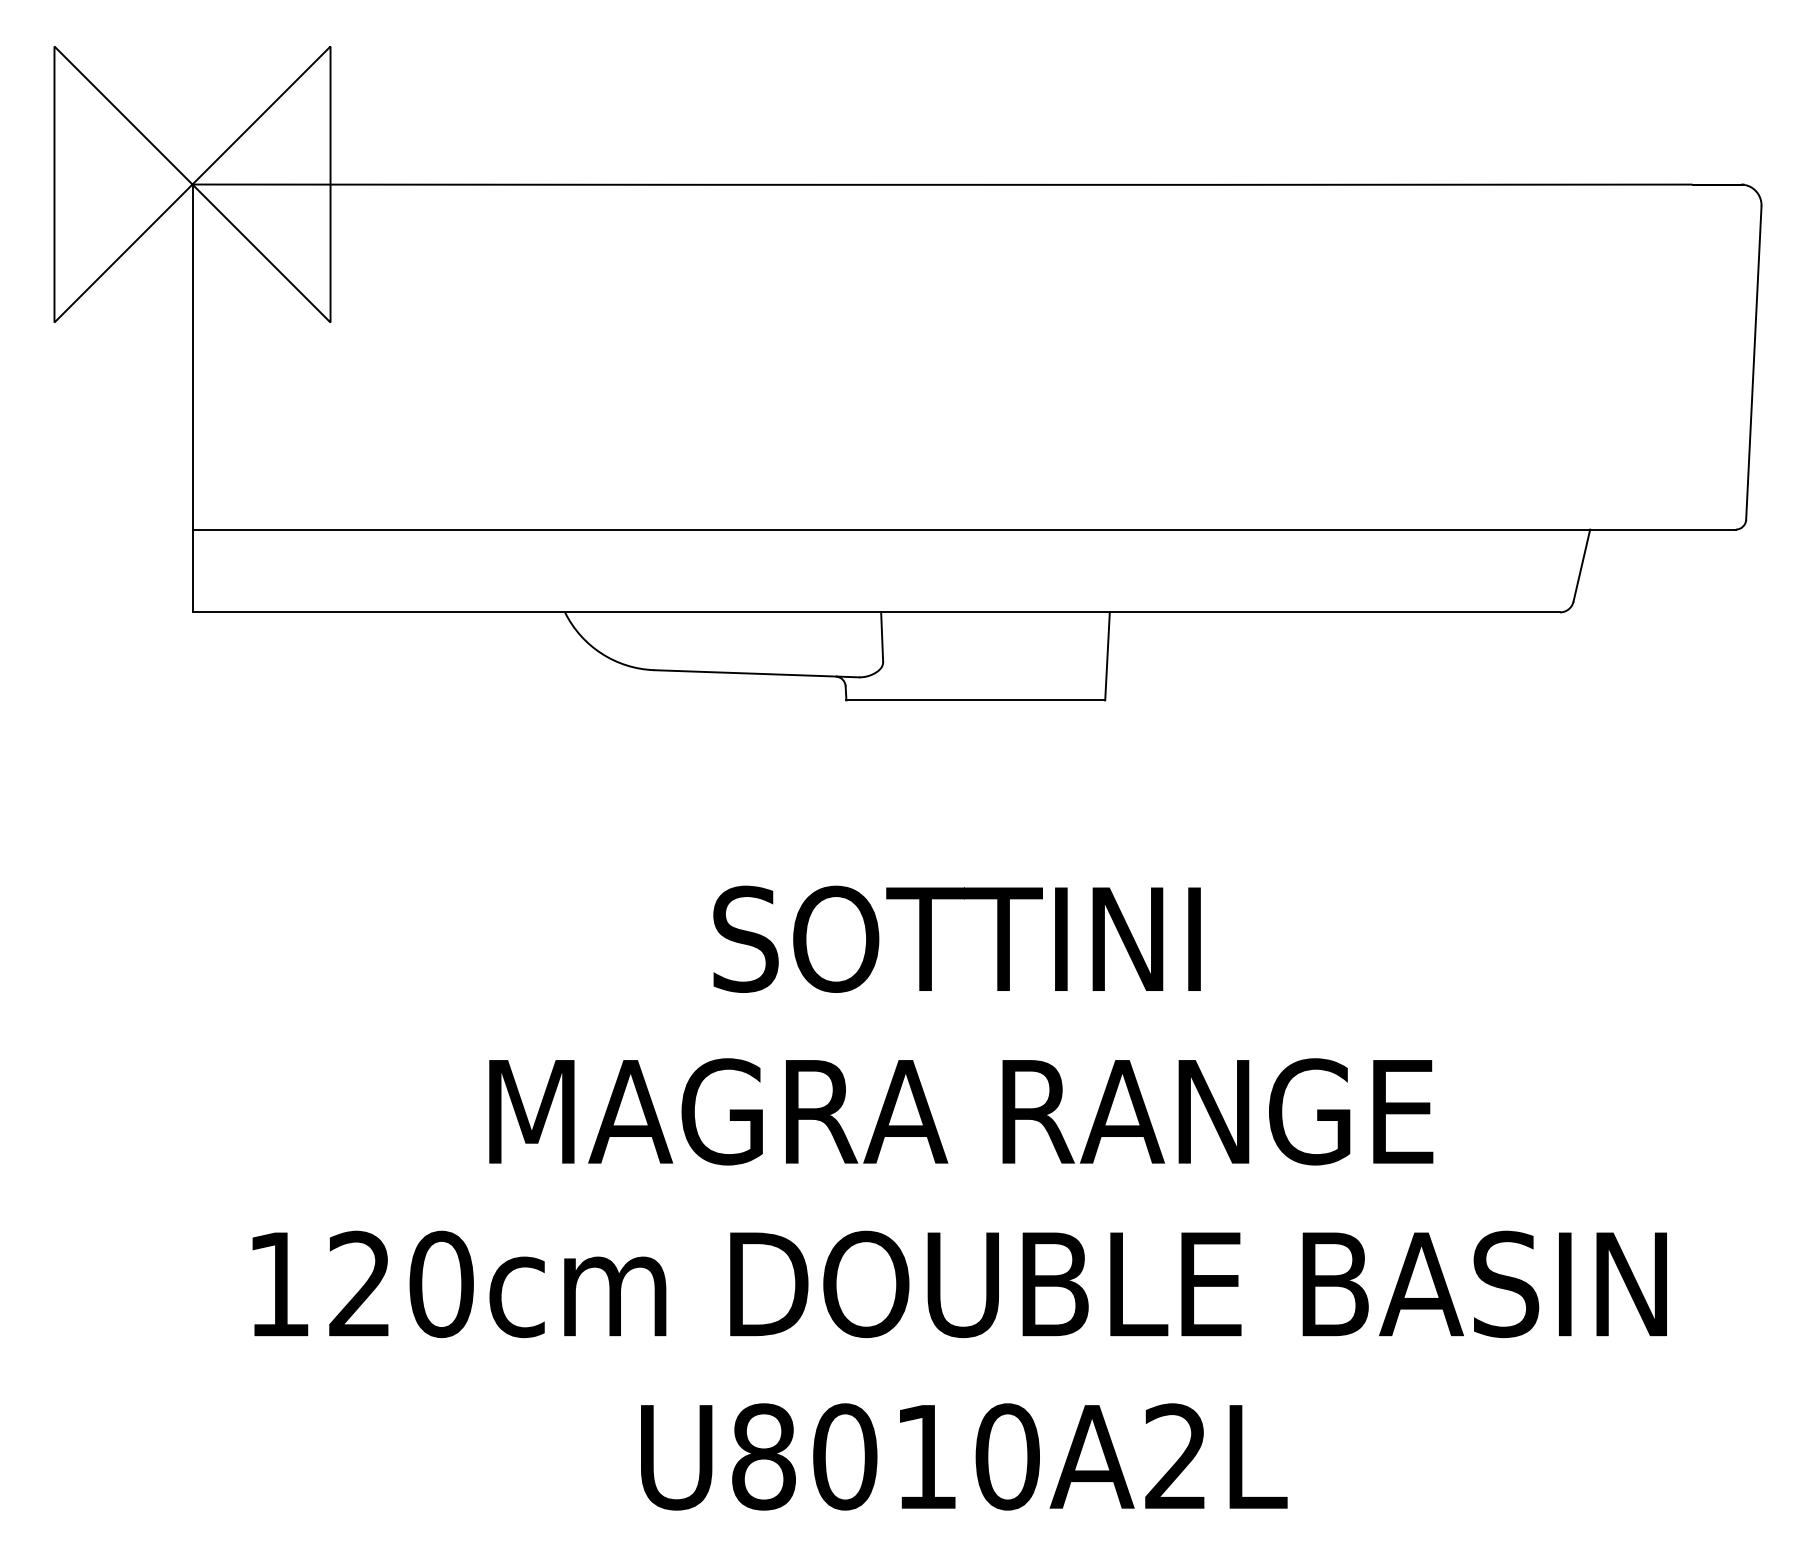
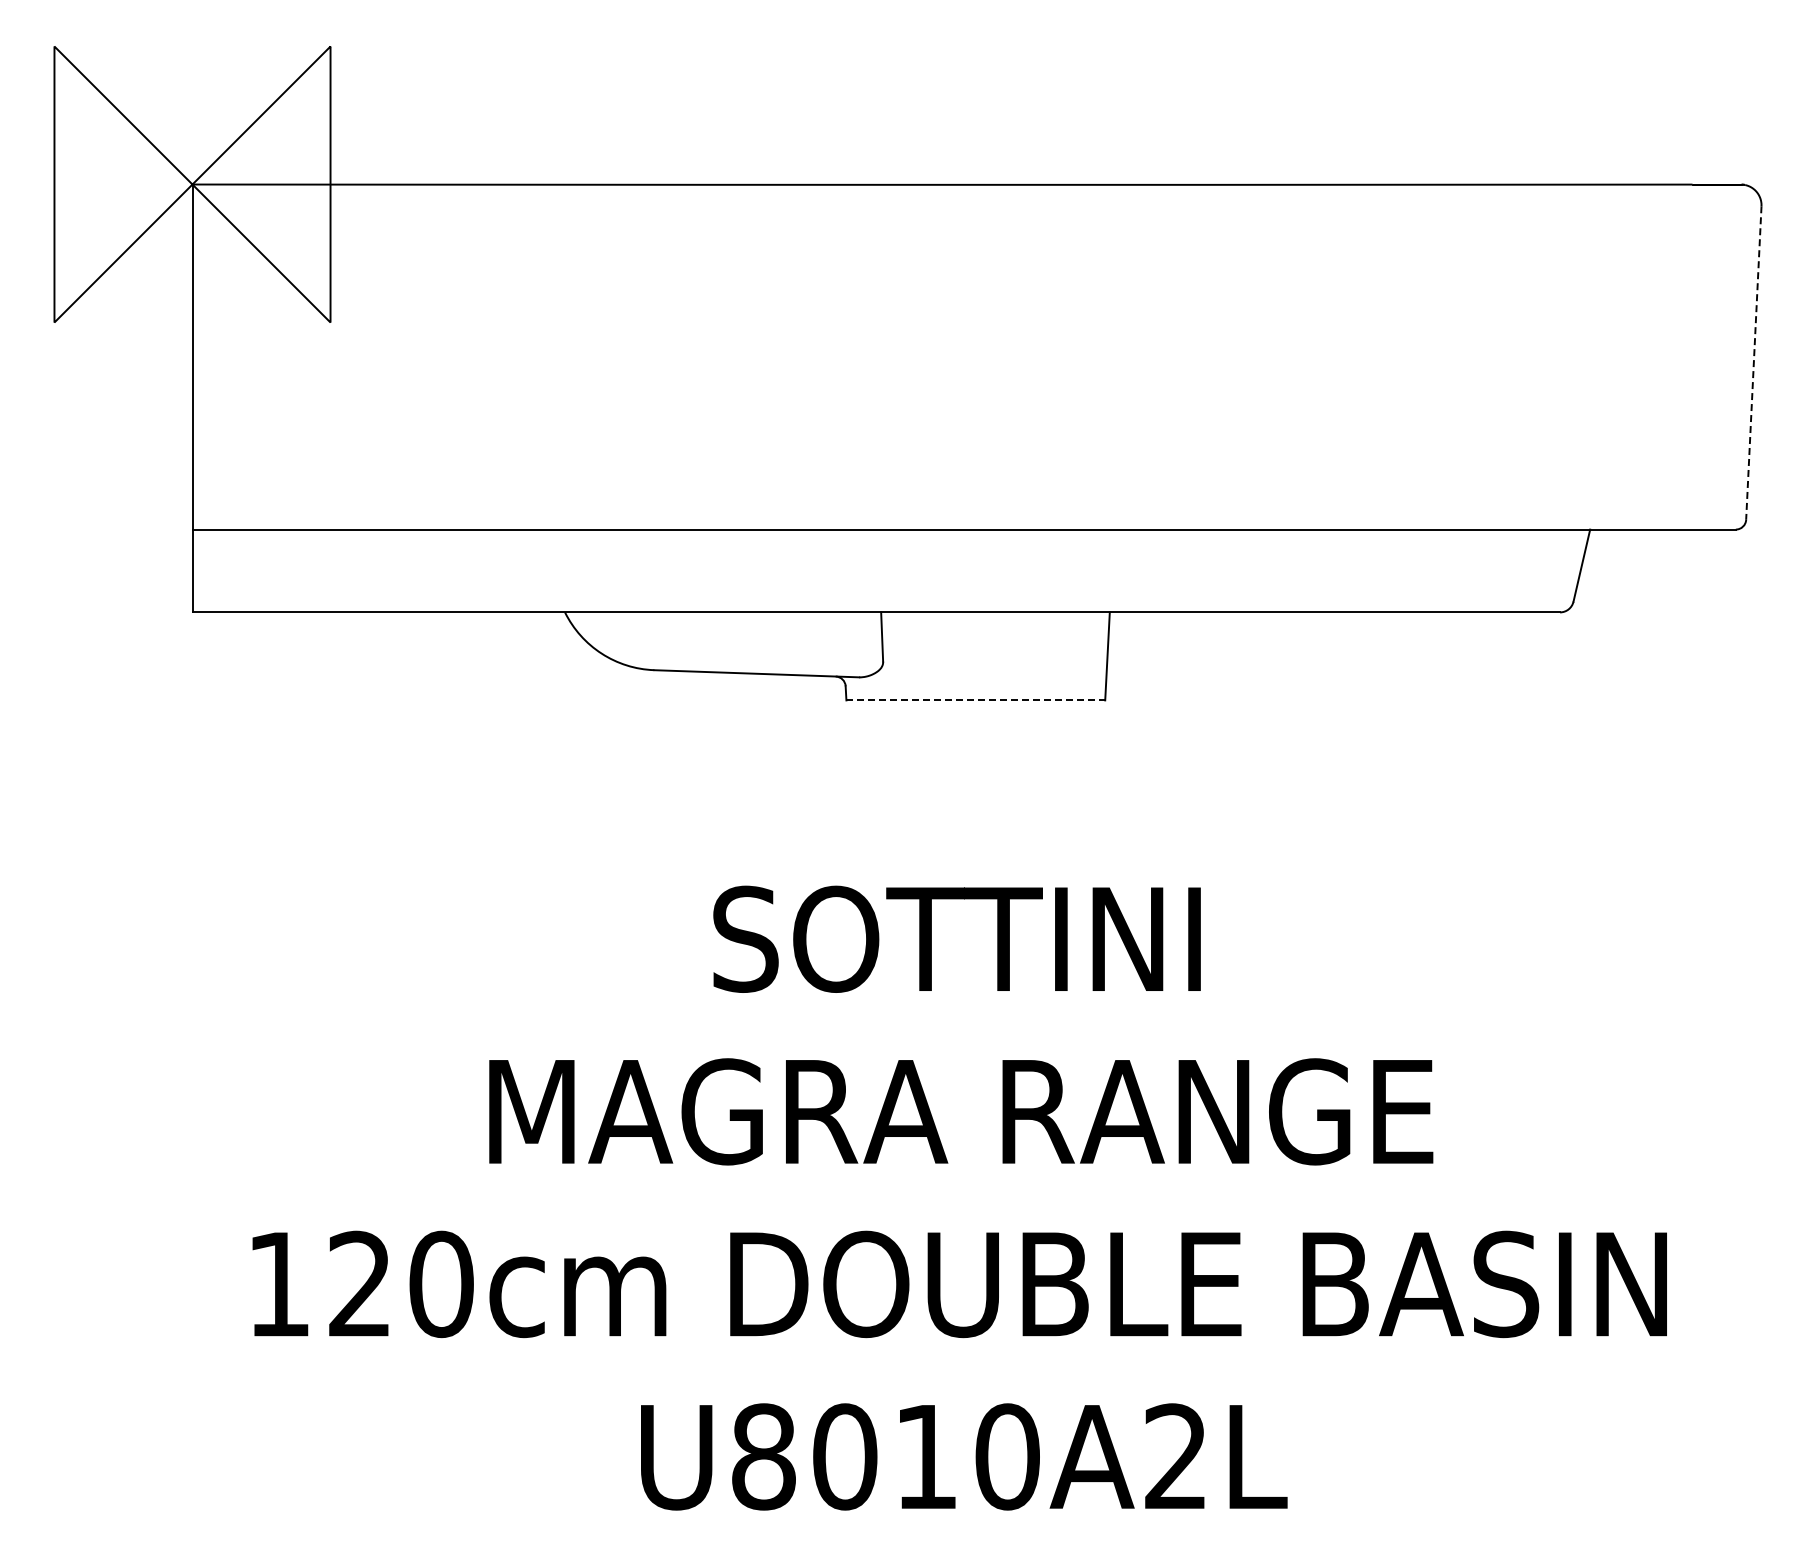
line at (1753, 363): solid -> dashed
line at (976, 700): solid -> dashed
